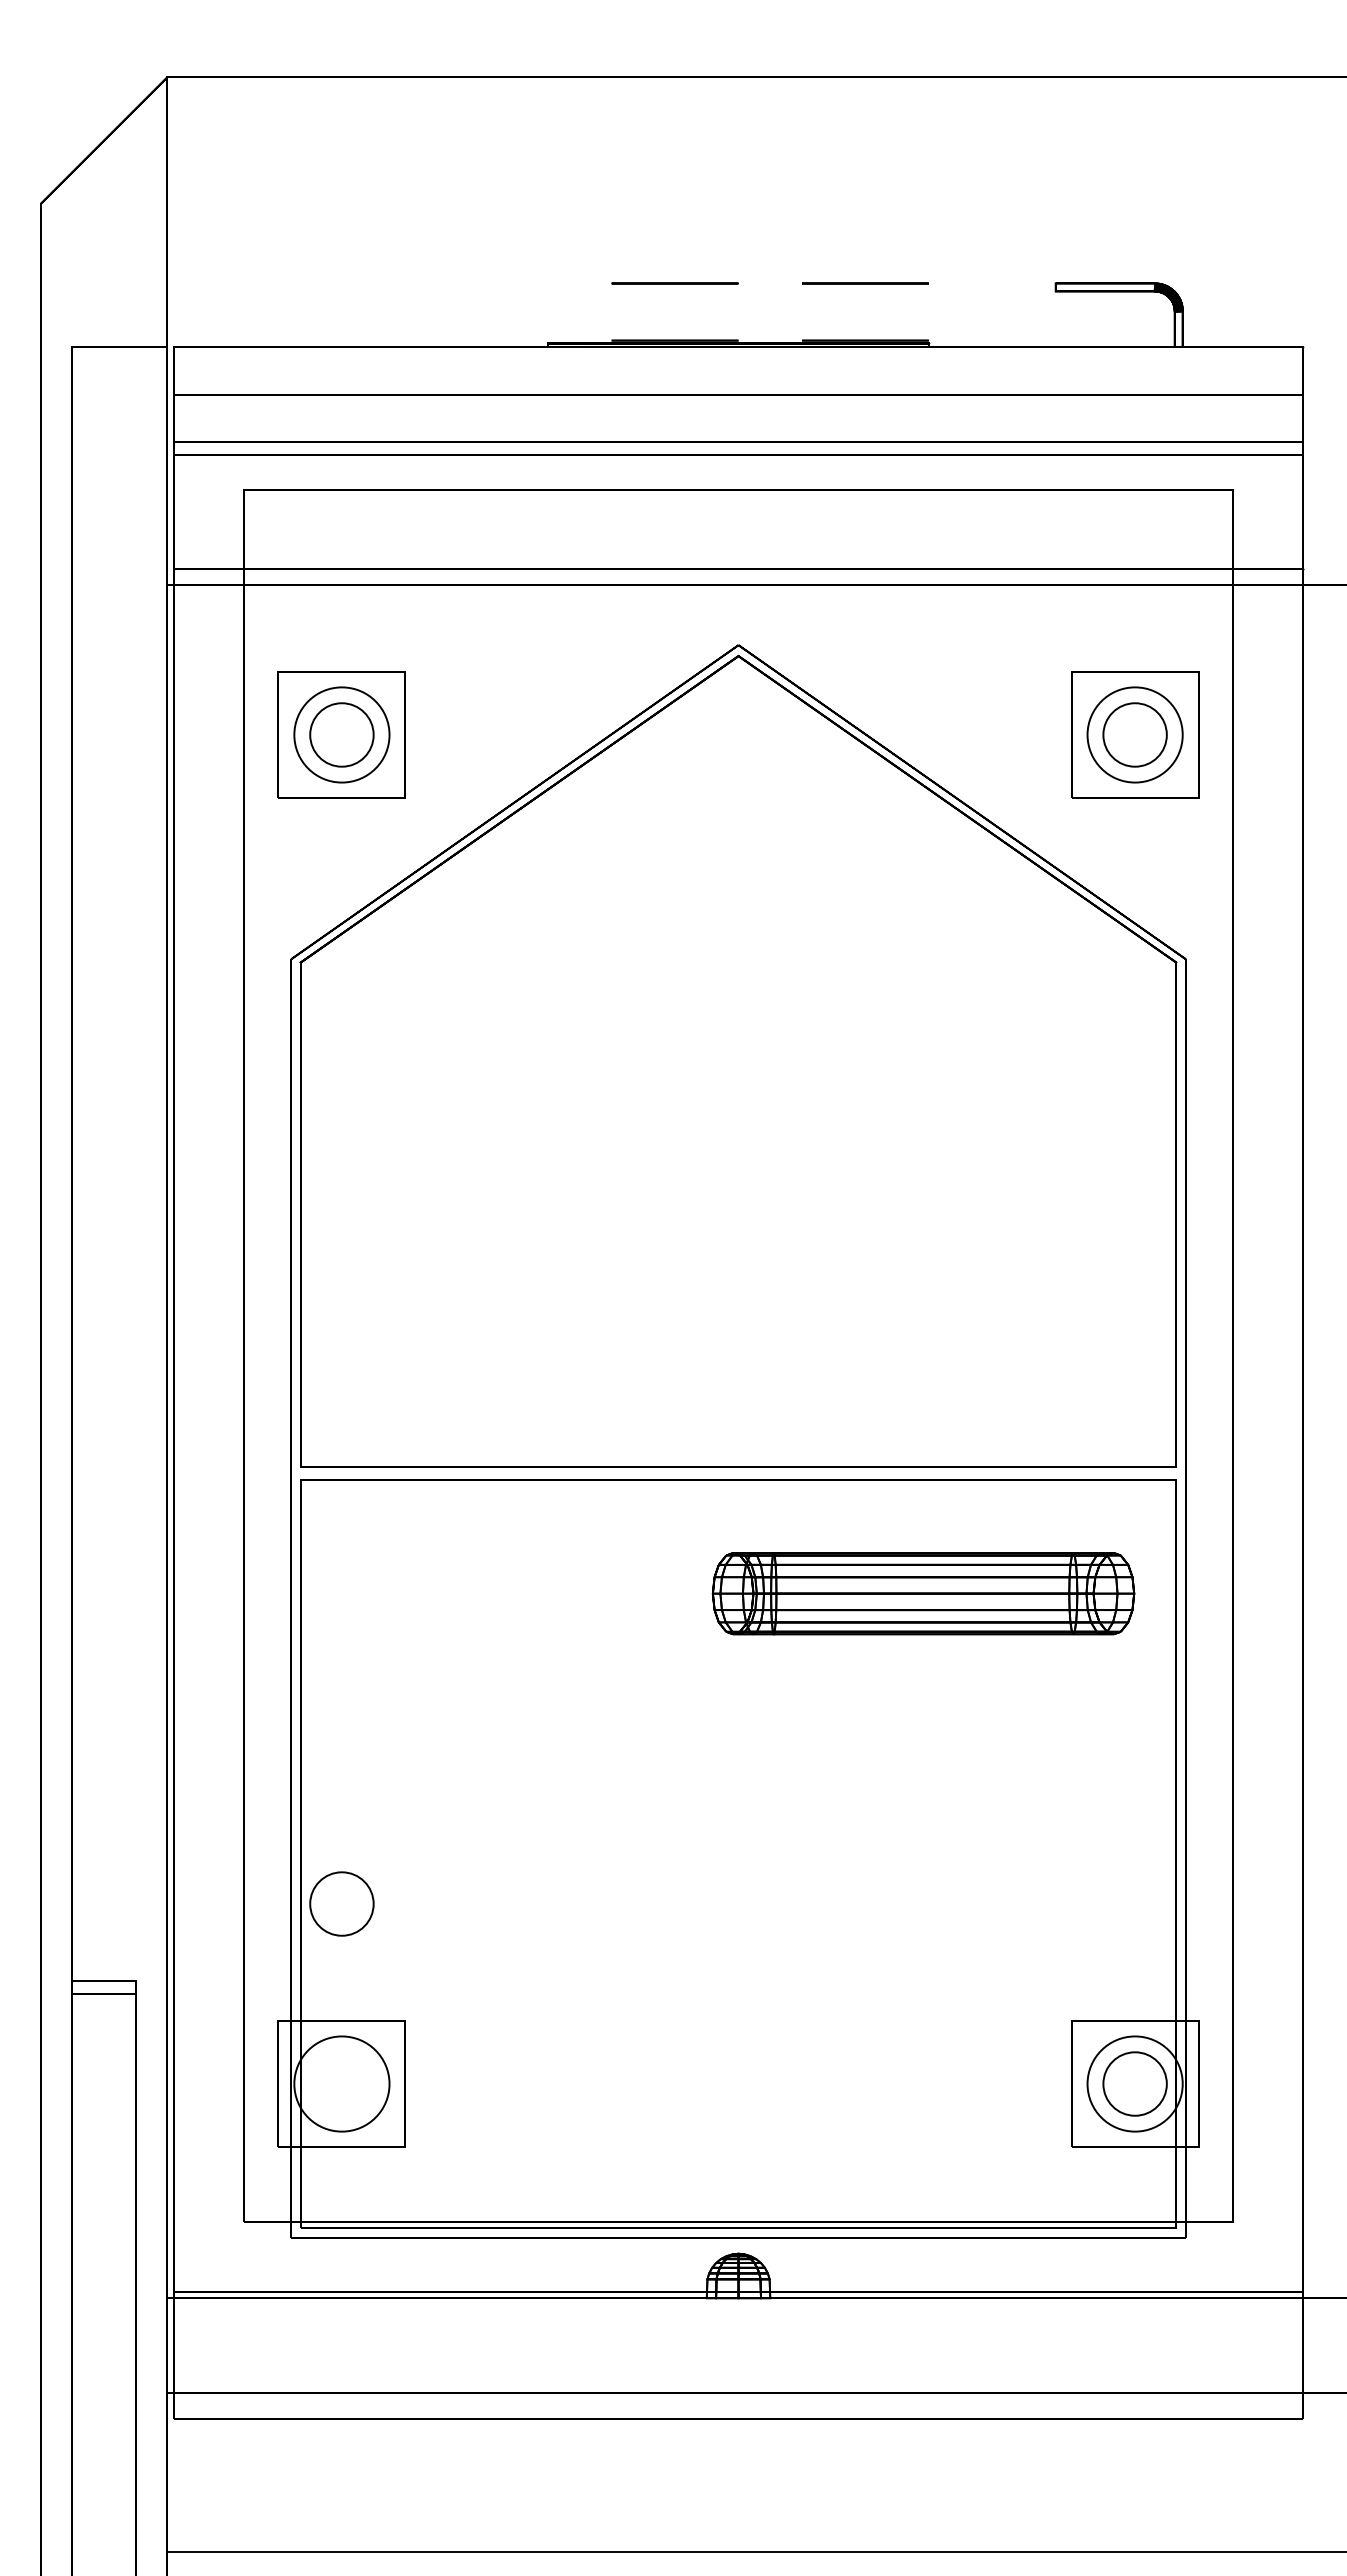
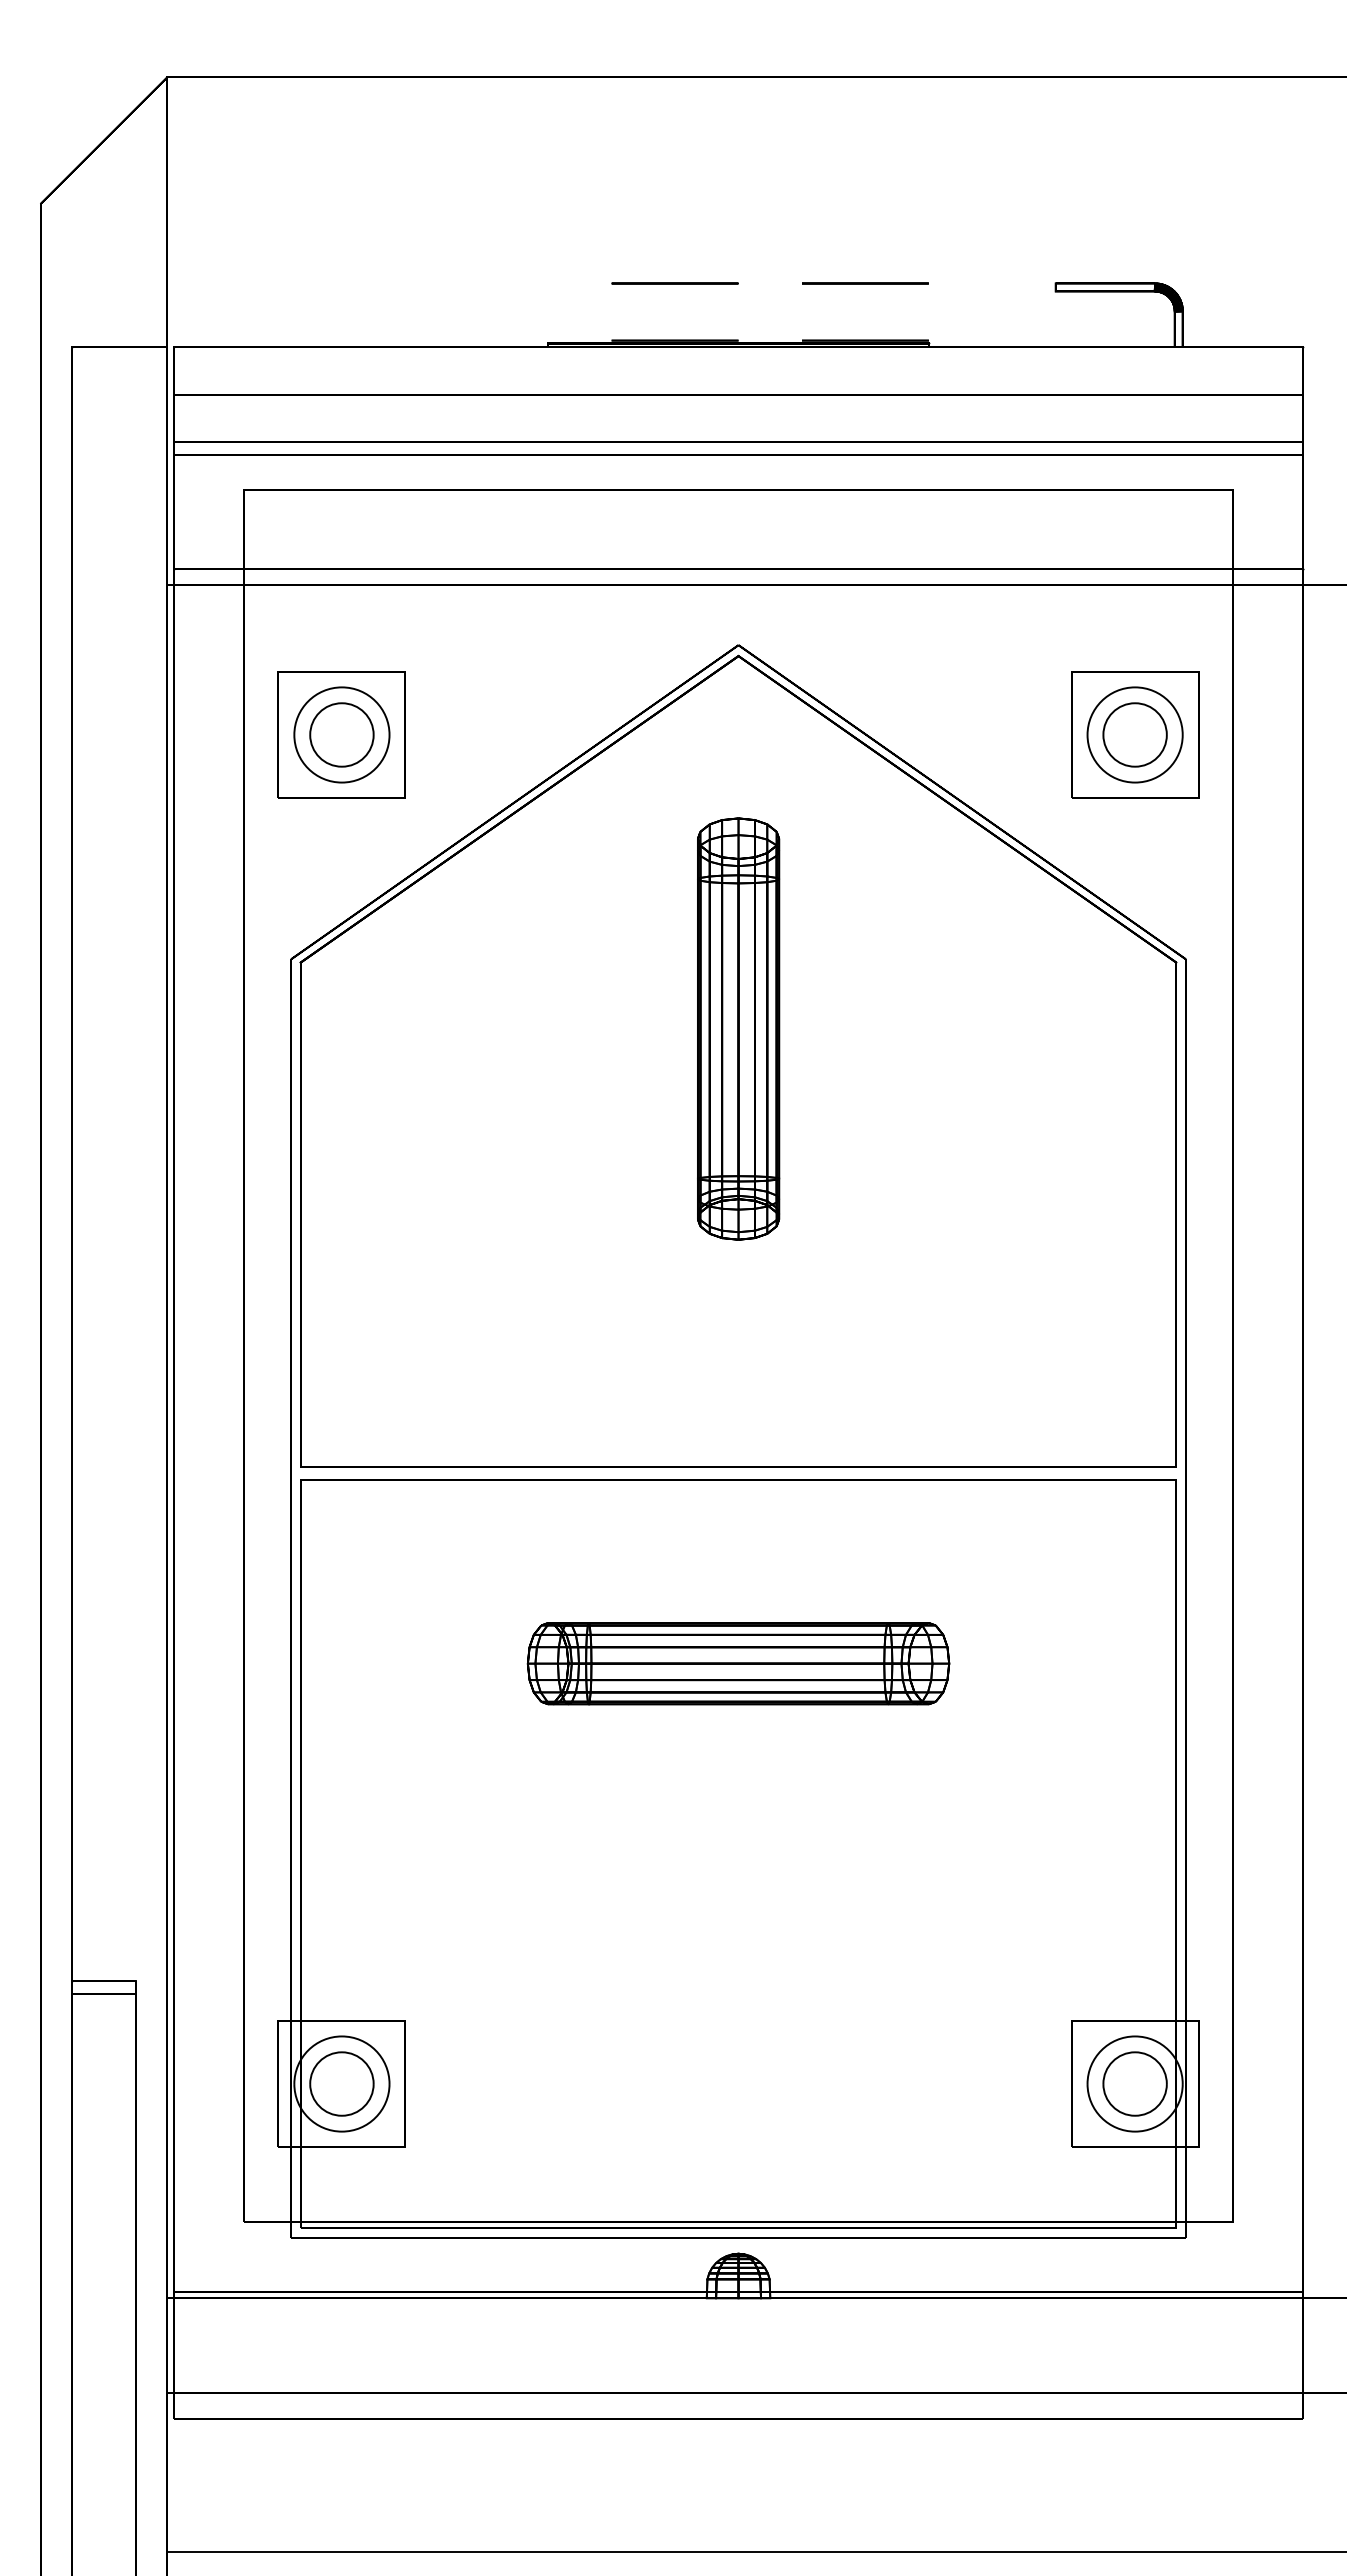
part at (738, 1028): none -> present
part at (923, 1593) position: (923, 1593) -> (738, 1663)
part at (341, 1903) position: (341, 1903) -> (341, 2083)
